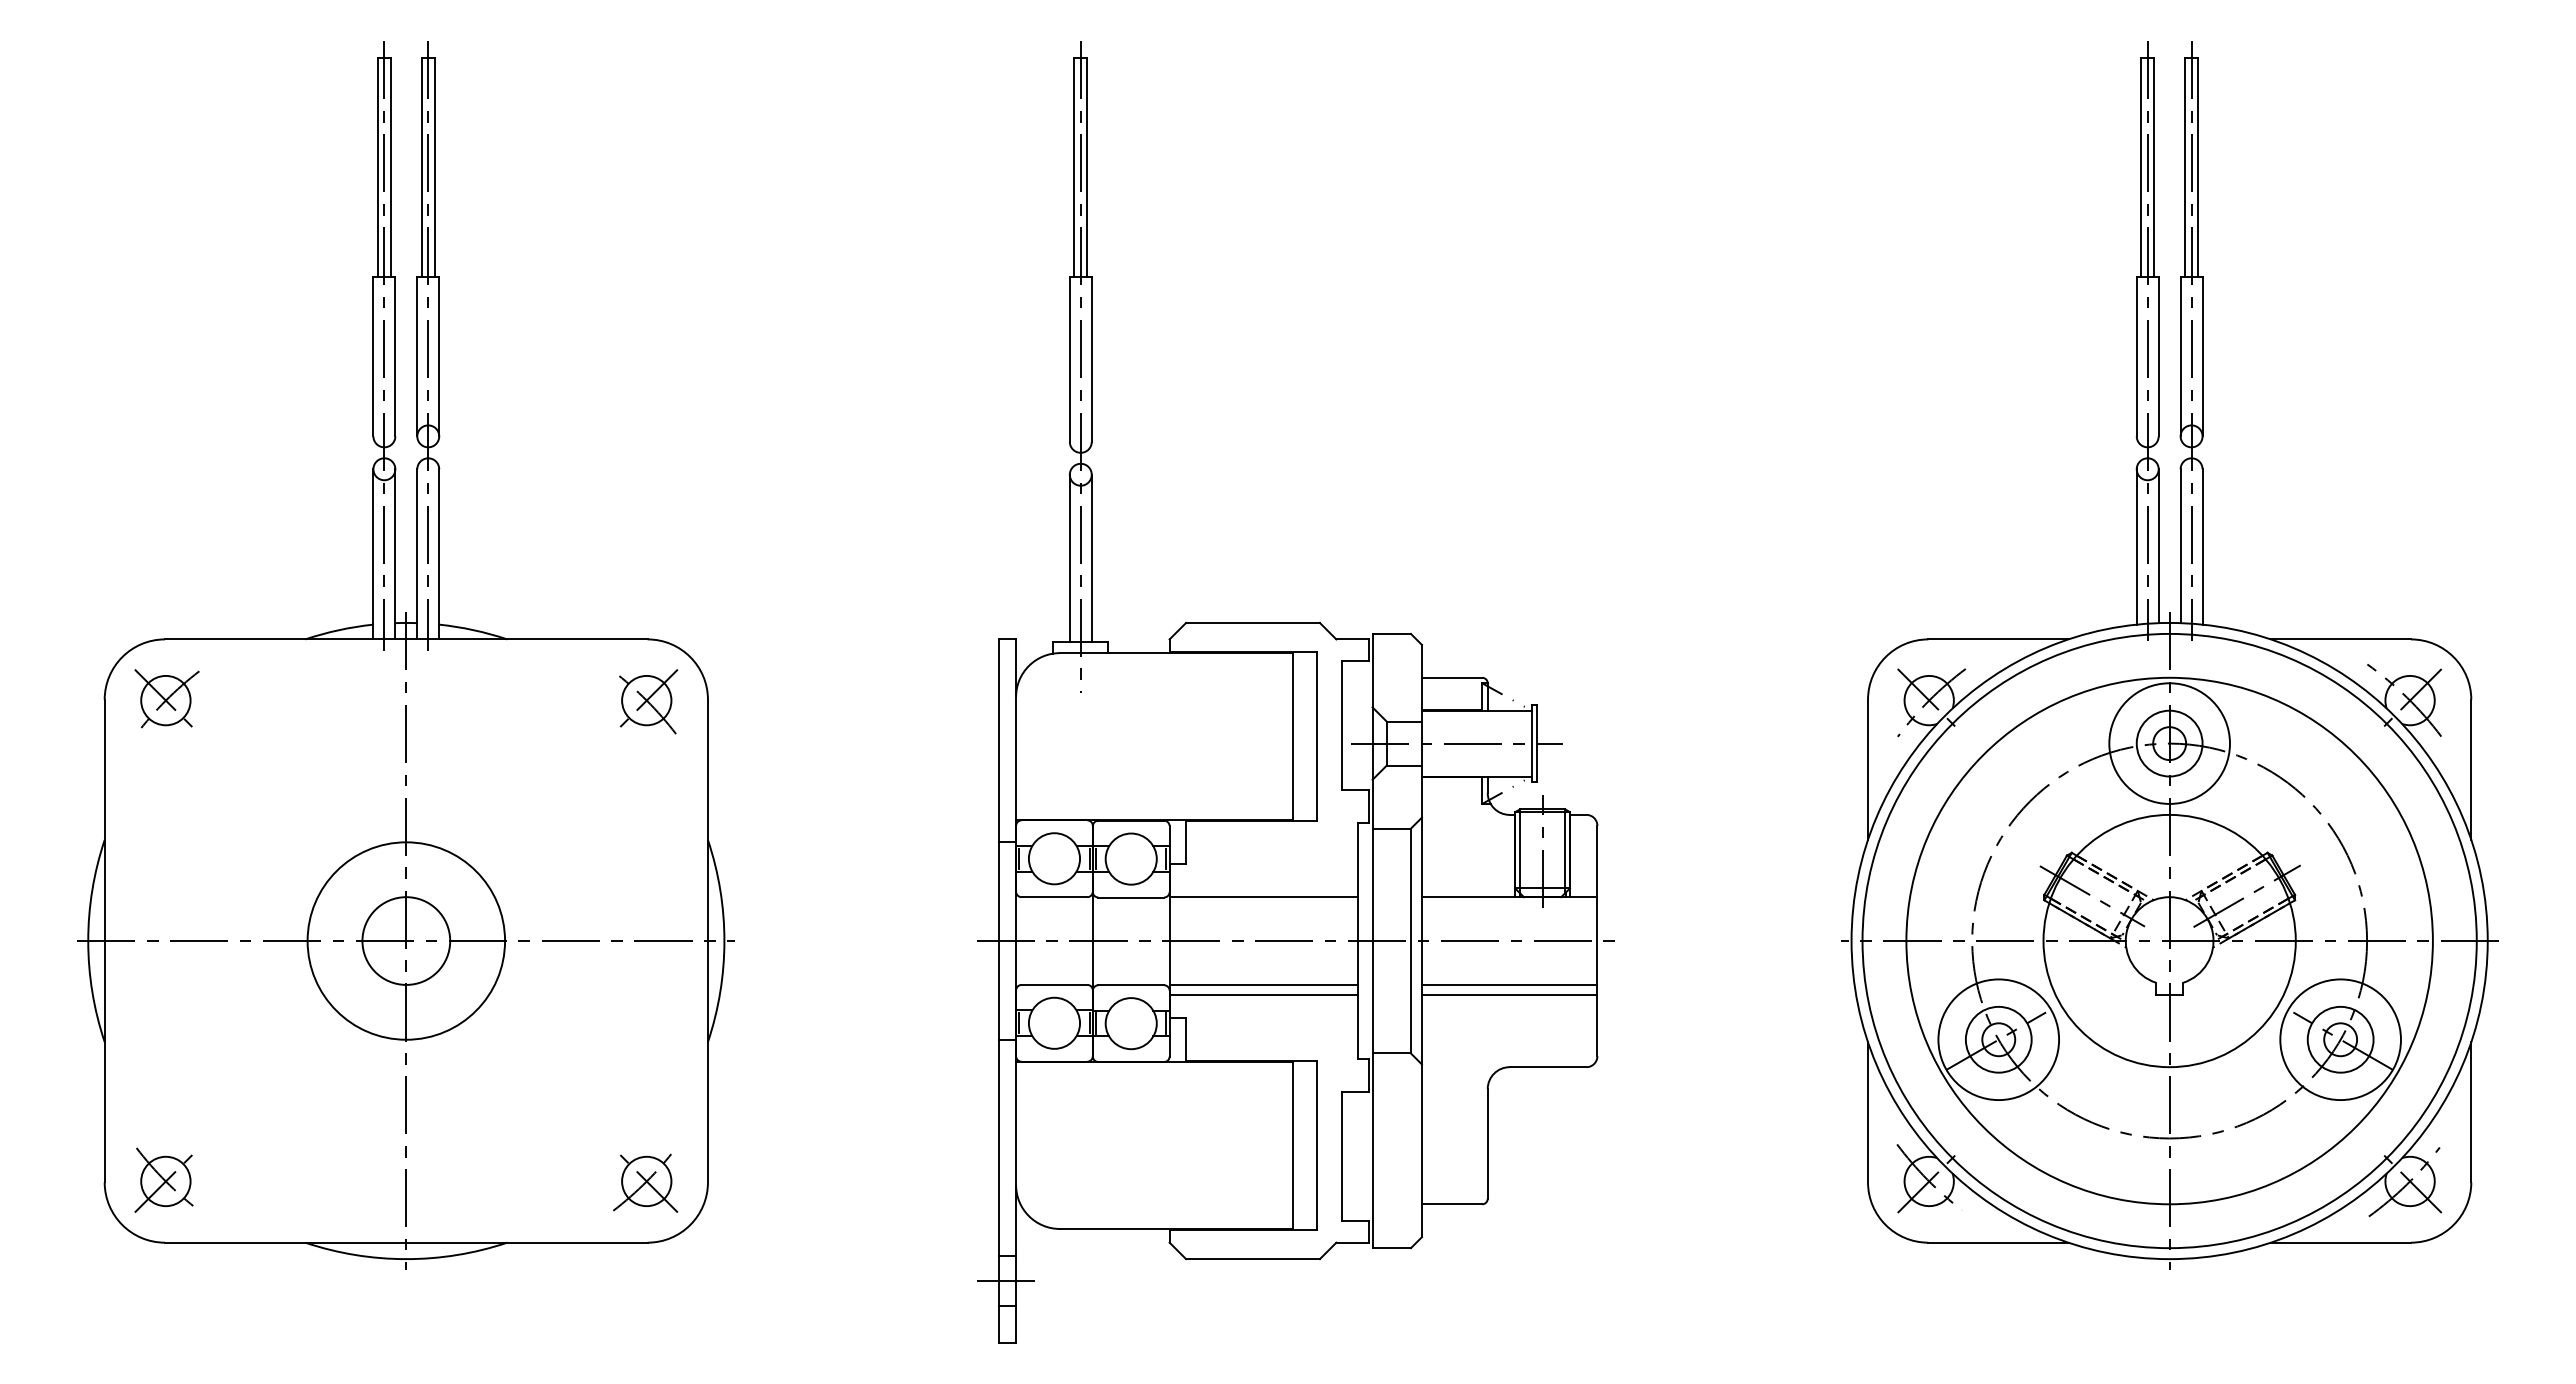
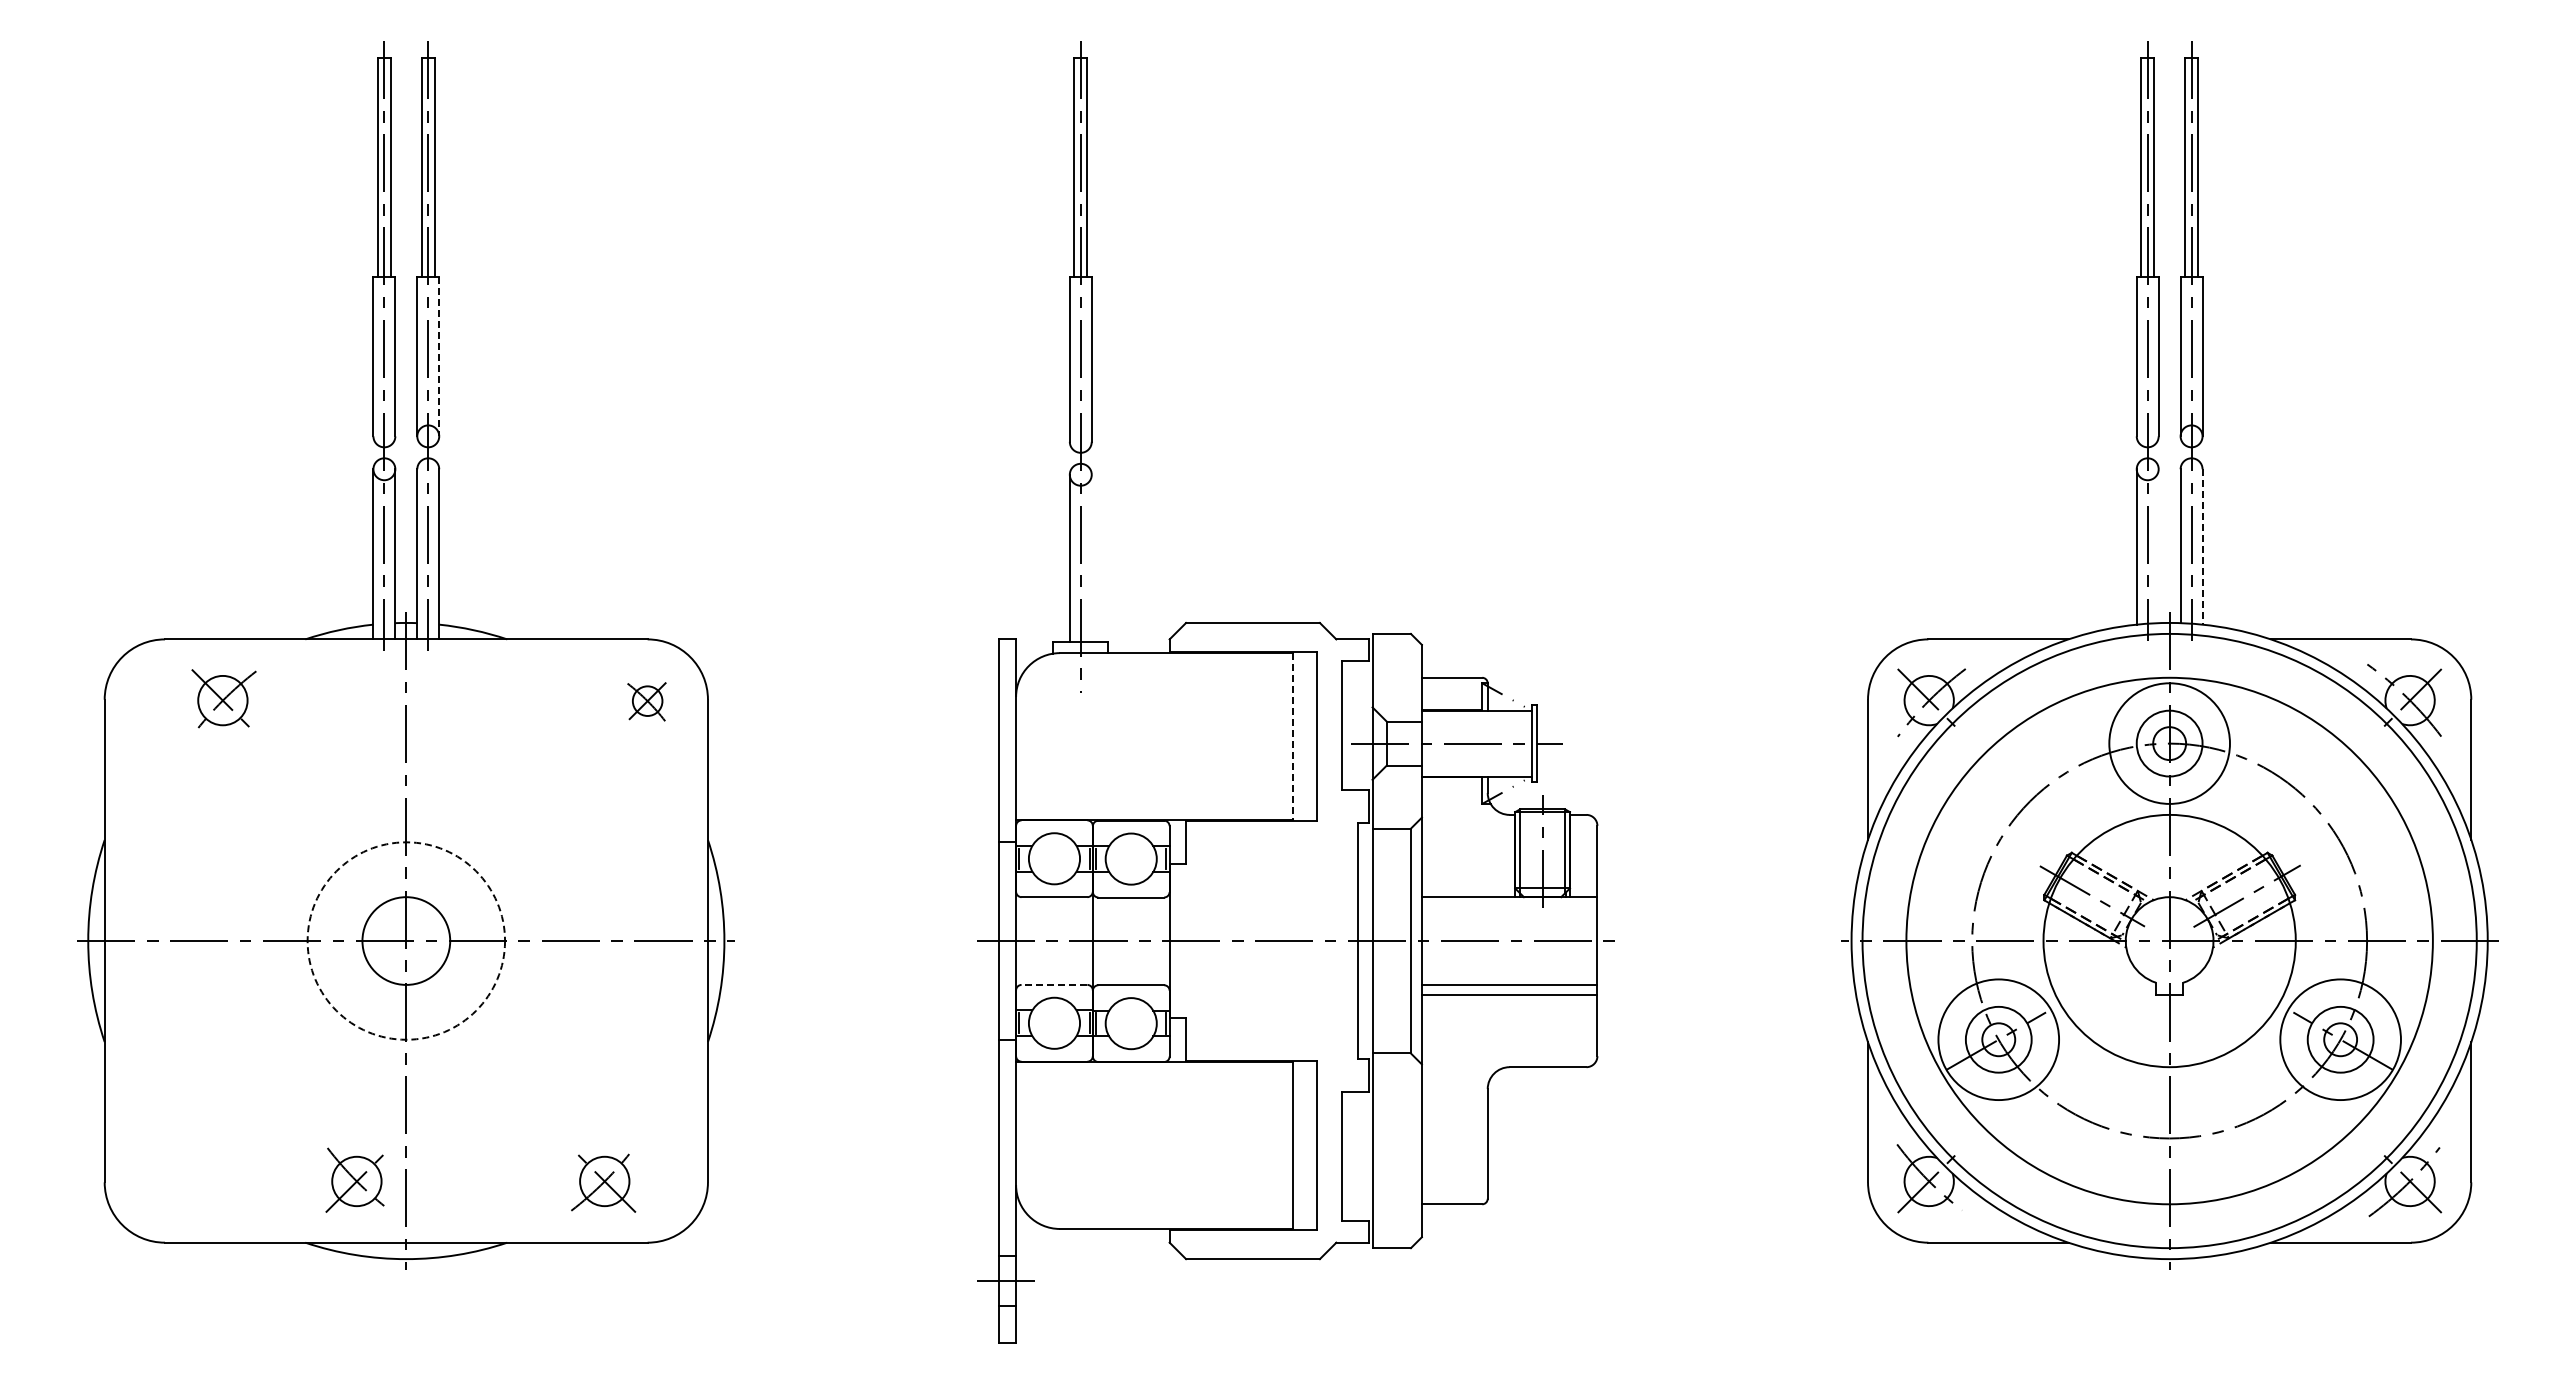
line at (439, 356): solid -> dashed
line at (2158, 546): present -> none
line at (2202, 546): solid -> dashed
line at (1091, 557): present -> none
part at (166, 698) position: (166, 698) -> (223, 698)
part at (648, 701) size: 60x66 px -> 40x40 px
line at (1292, 736): solid -> dashed
line at (1263, 897): present -> none
circle at (406, 940): solid -> dashed
line at (1054, 984): solid -> dashed
line at (1263, 984): present -> none
line at (1263, 994): present -> none
part at (163, 1179) position: (163, 1179) -> (354, 1179)
part at (645, 1182) position: (645, 1182) -> (603, 1182)
